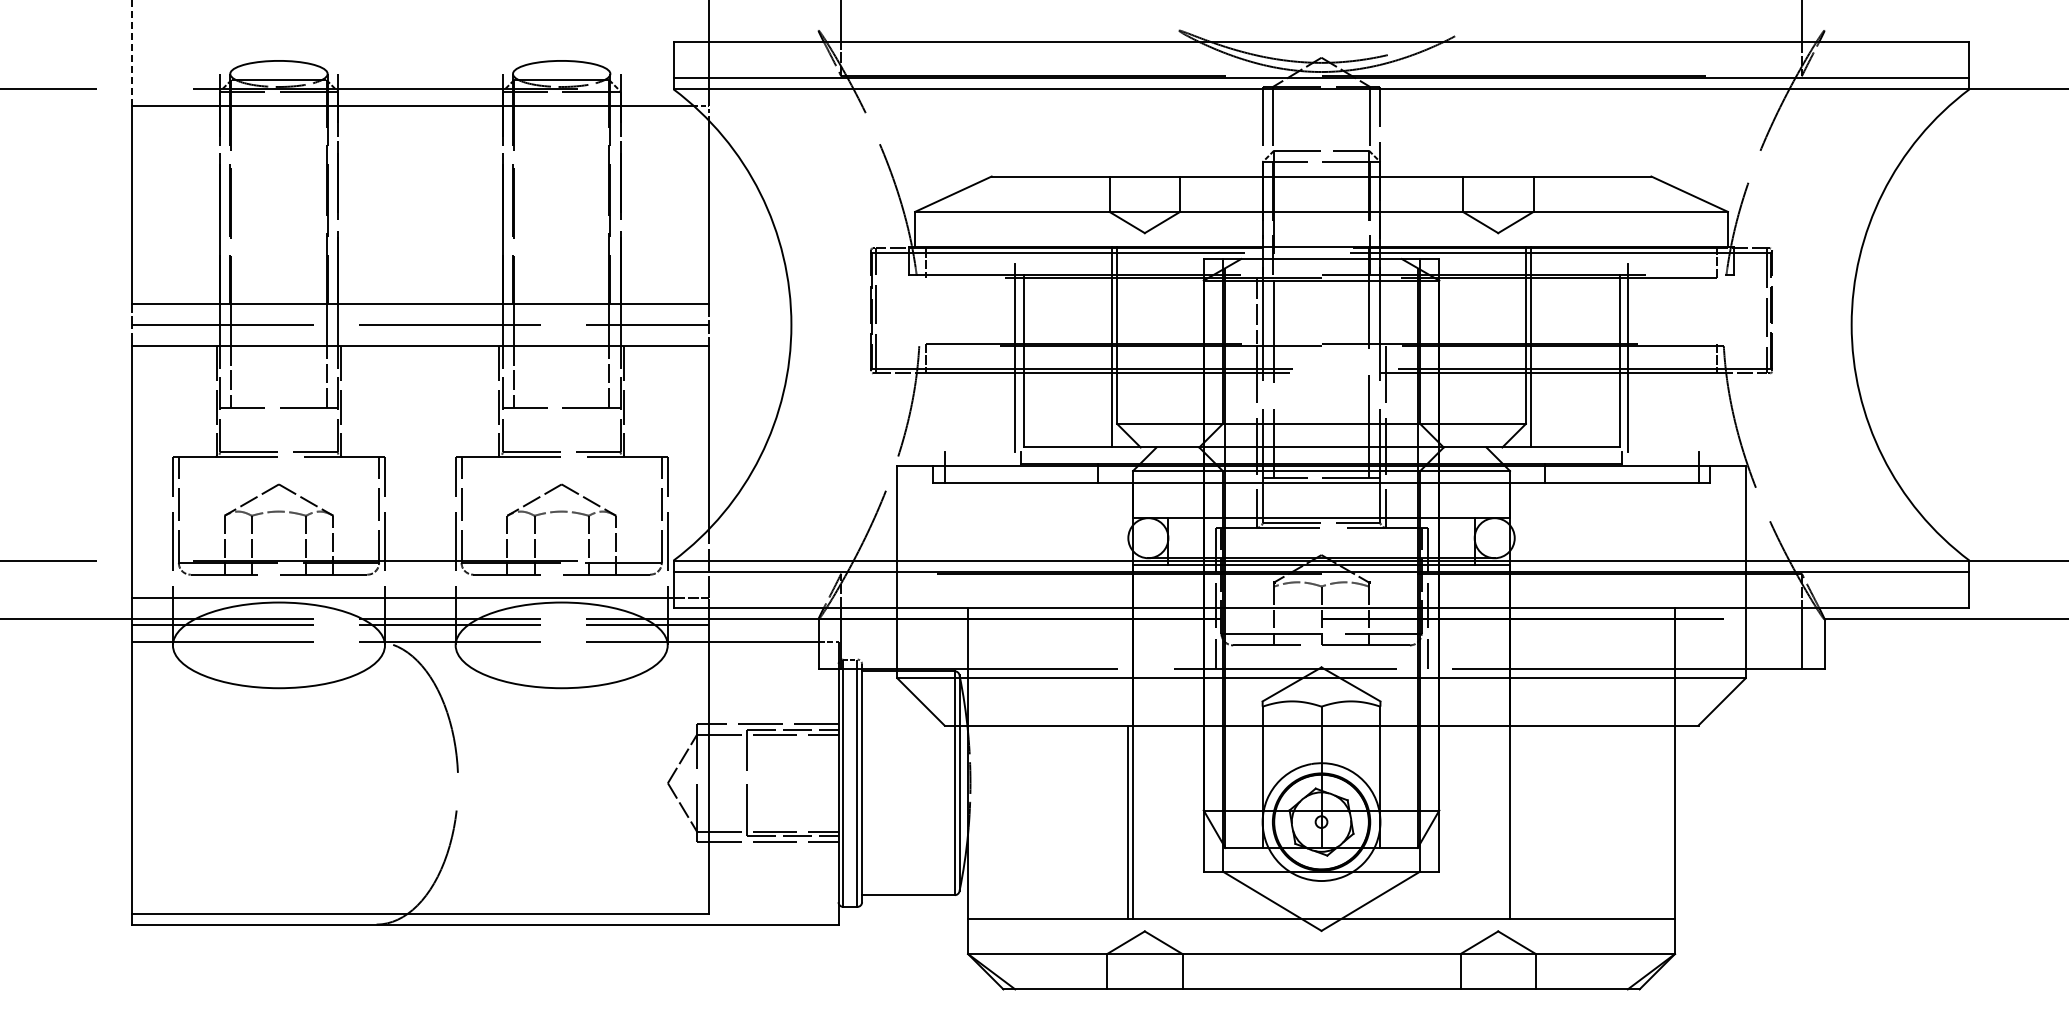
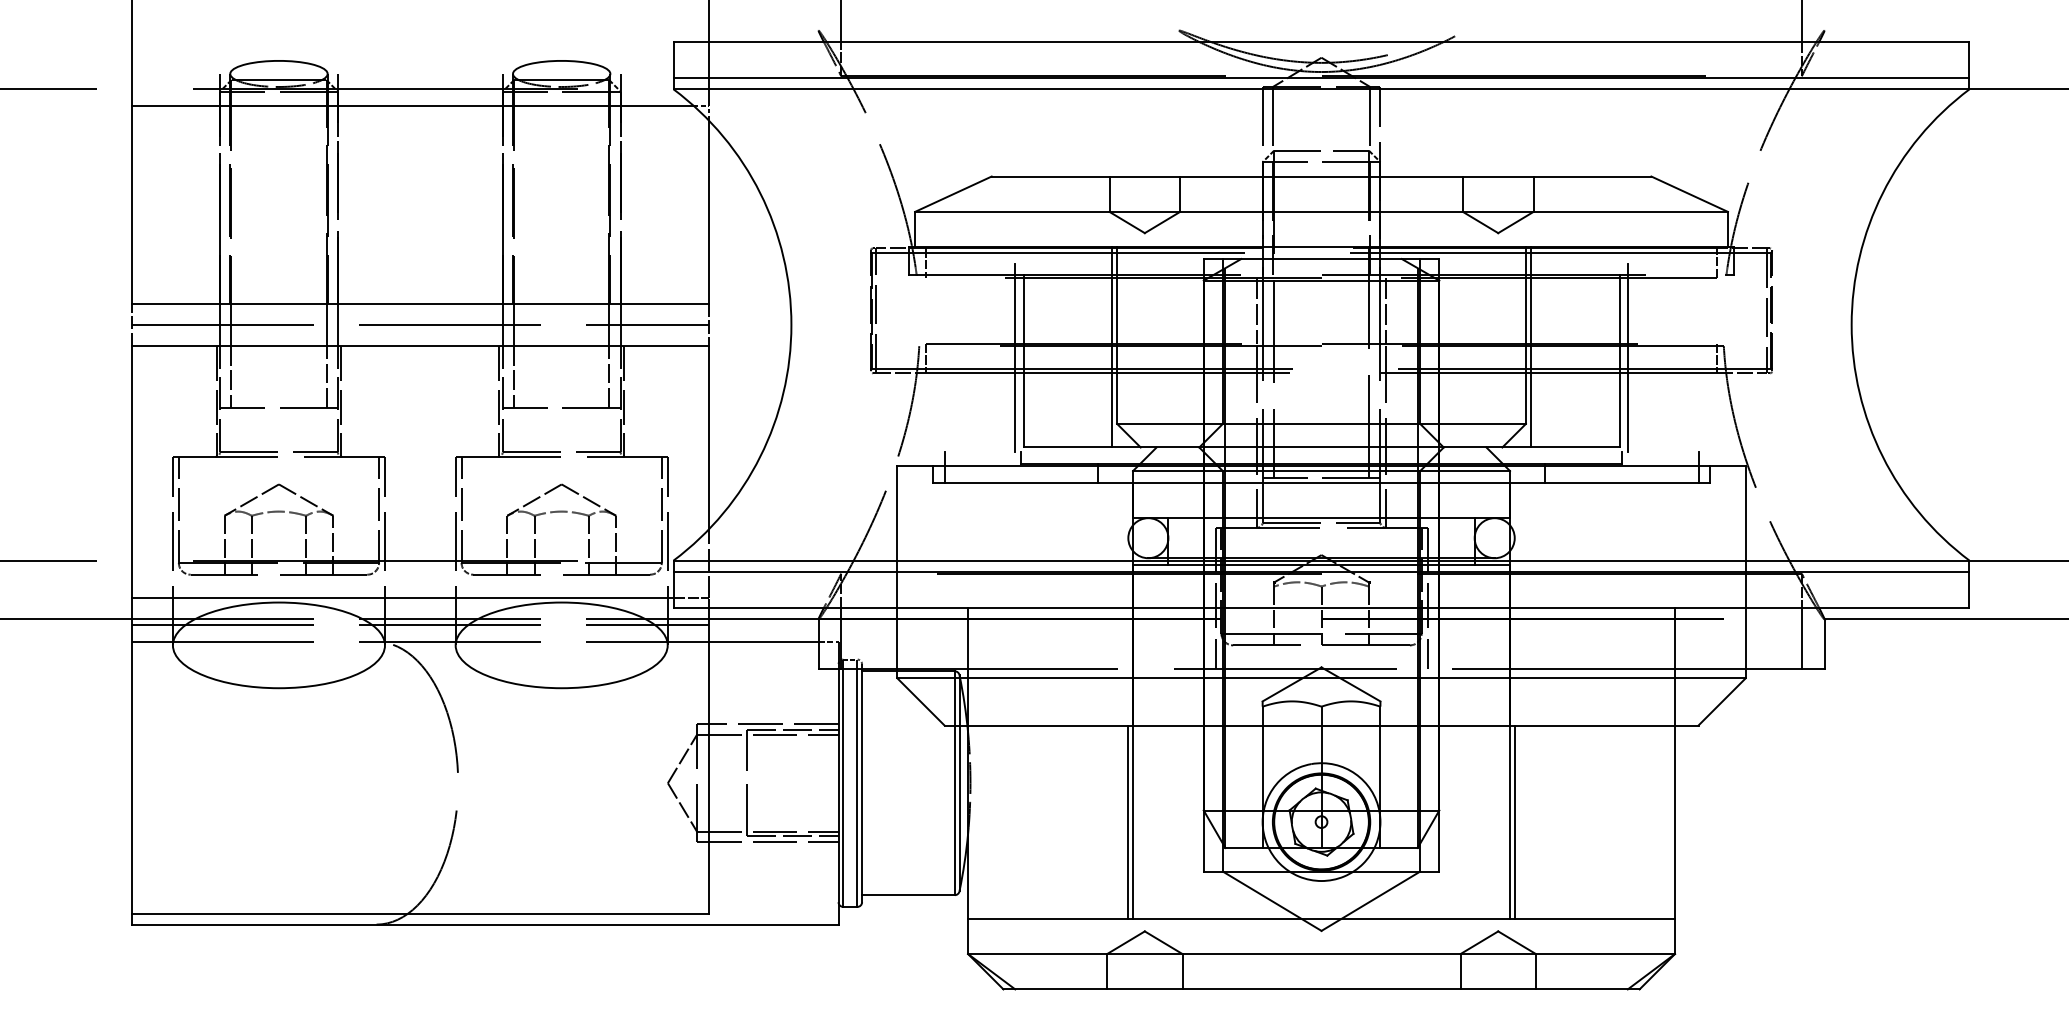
line at (131, 52): dashed -> solid
line at (1386, 310): none -> present
line at (1514, 821): none -> present
